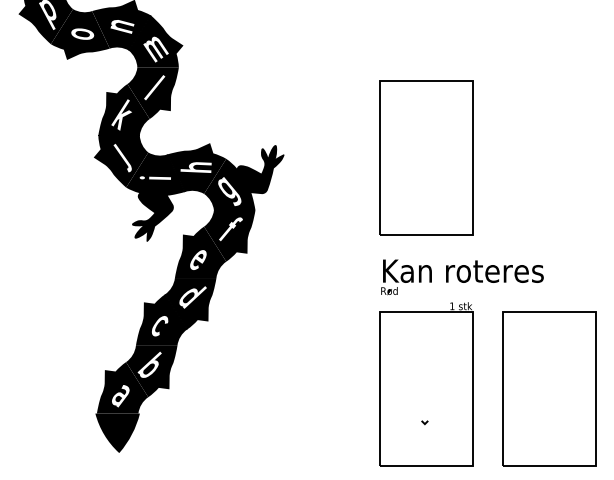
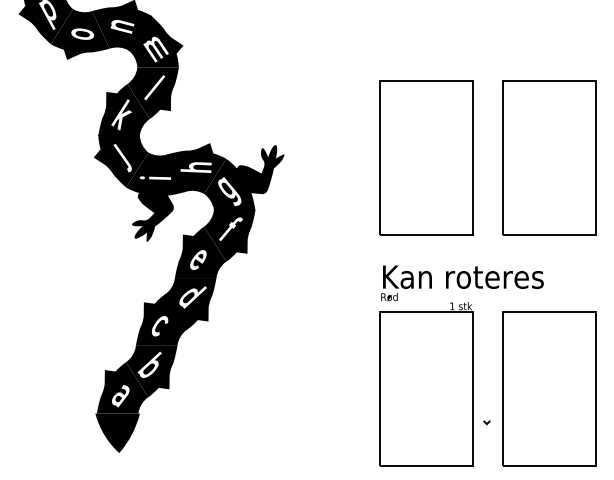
part at (549, 157): none -> present
text at (462, 277) position: (462, 277) -> (462, 283)
line at (424, 422) position: (424, 422) -> (486, 422)
